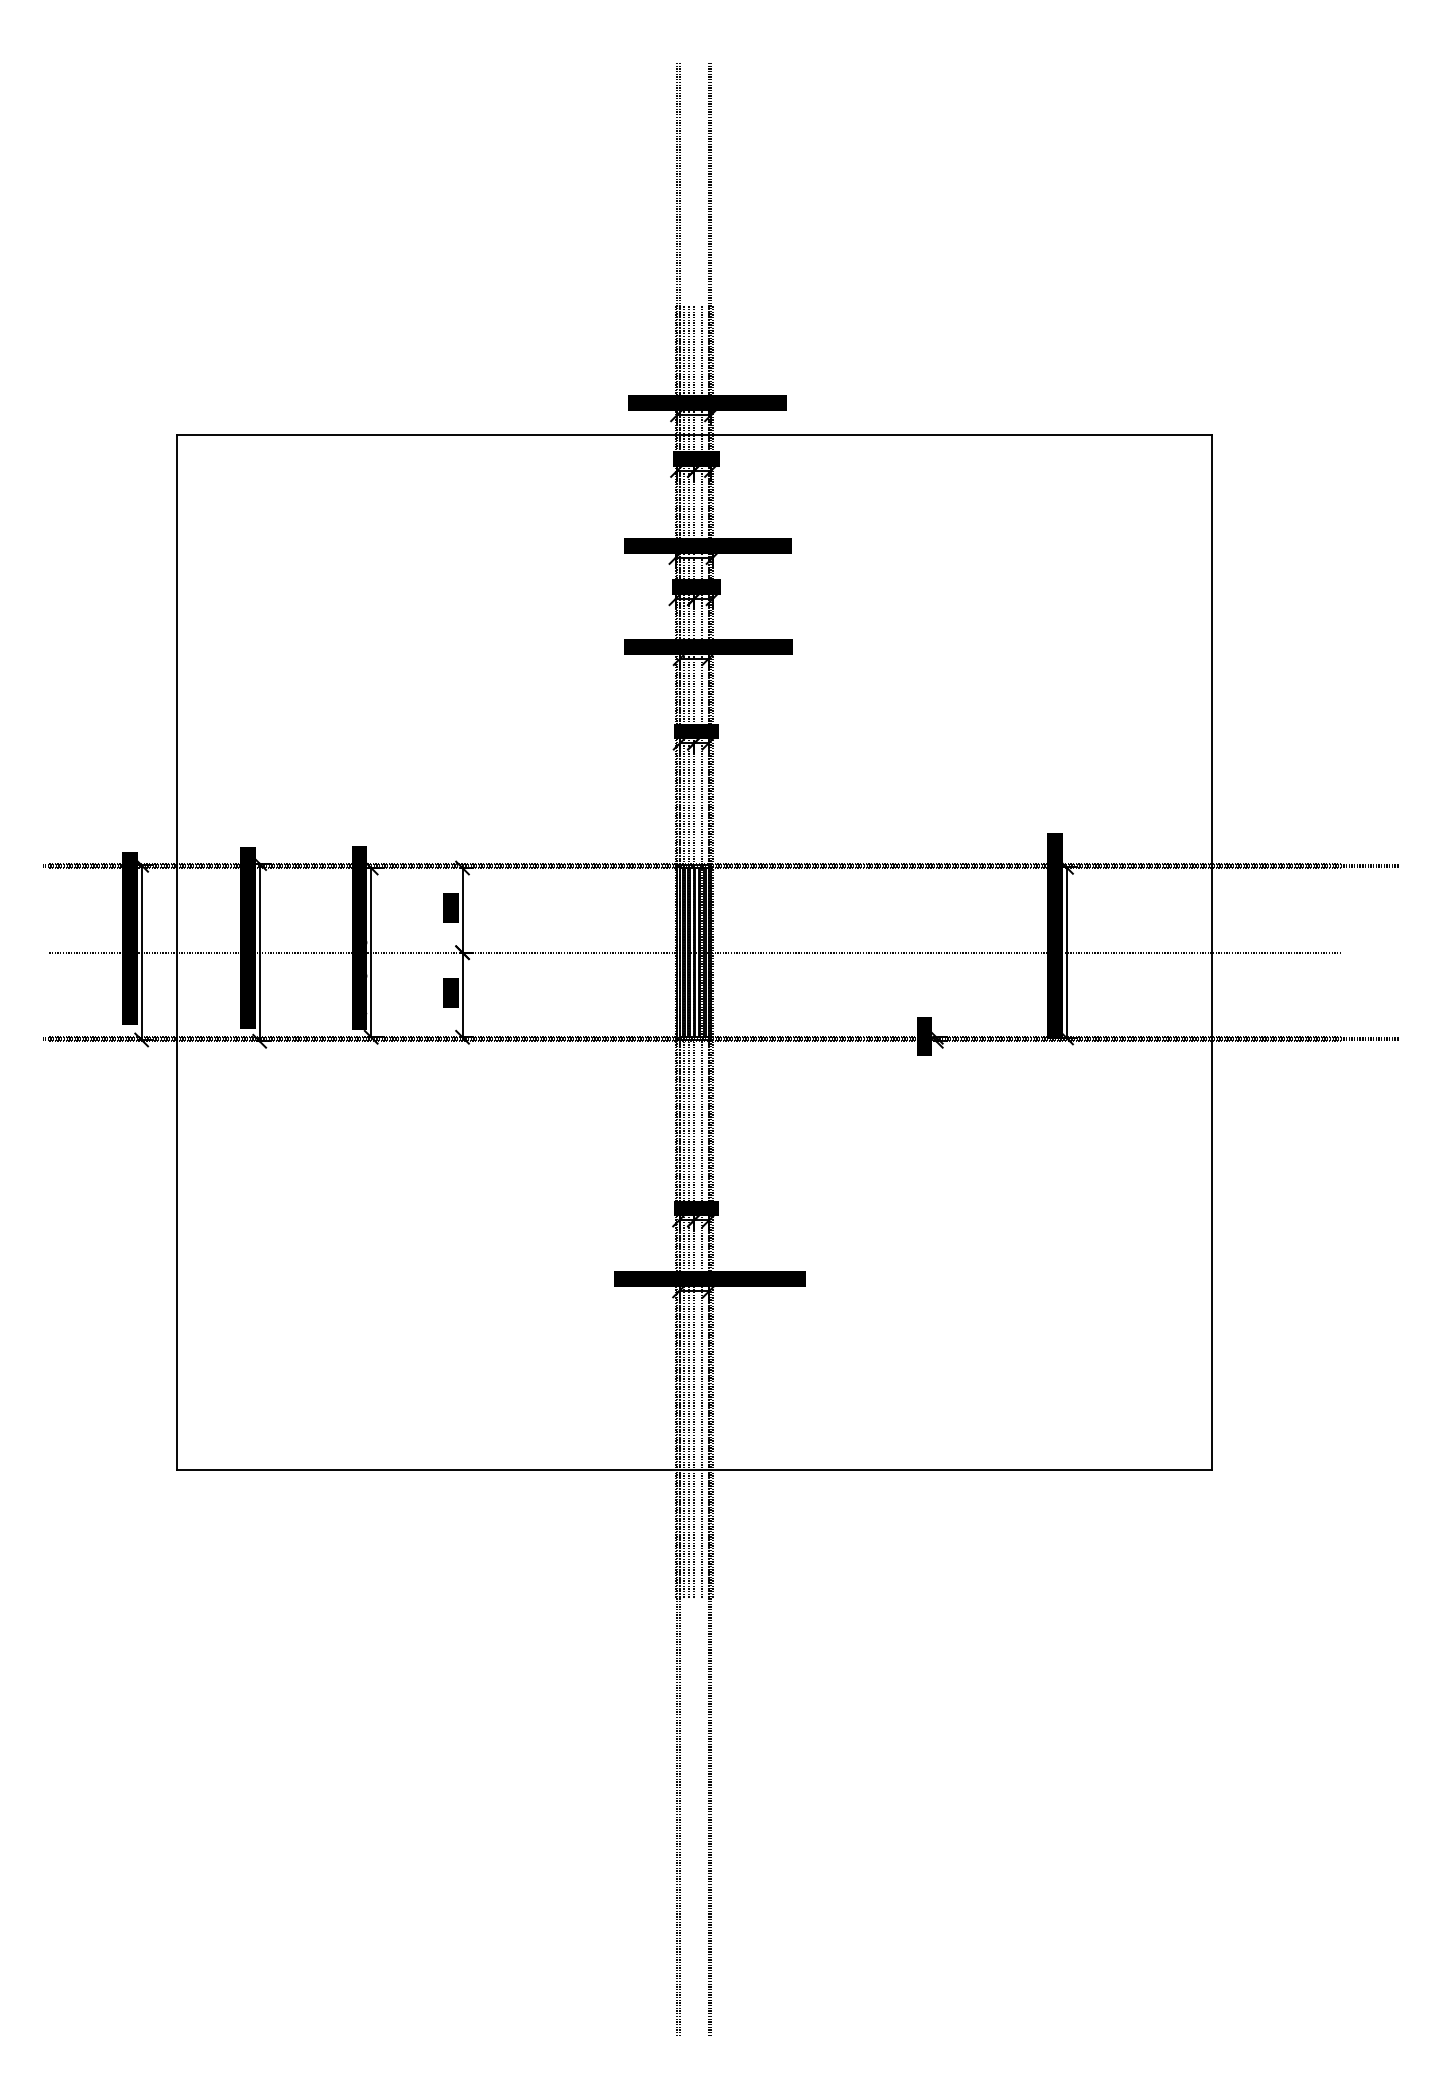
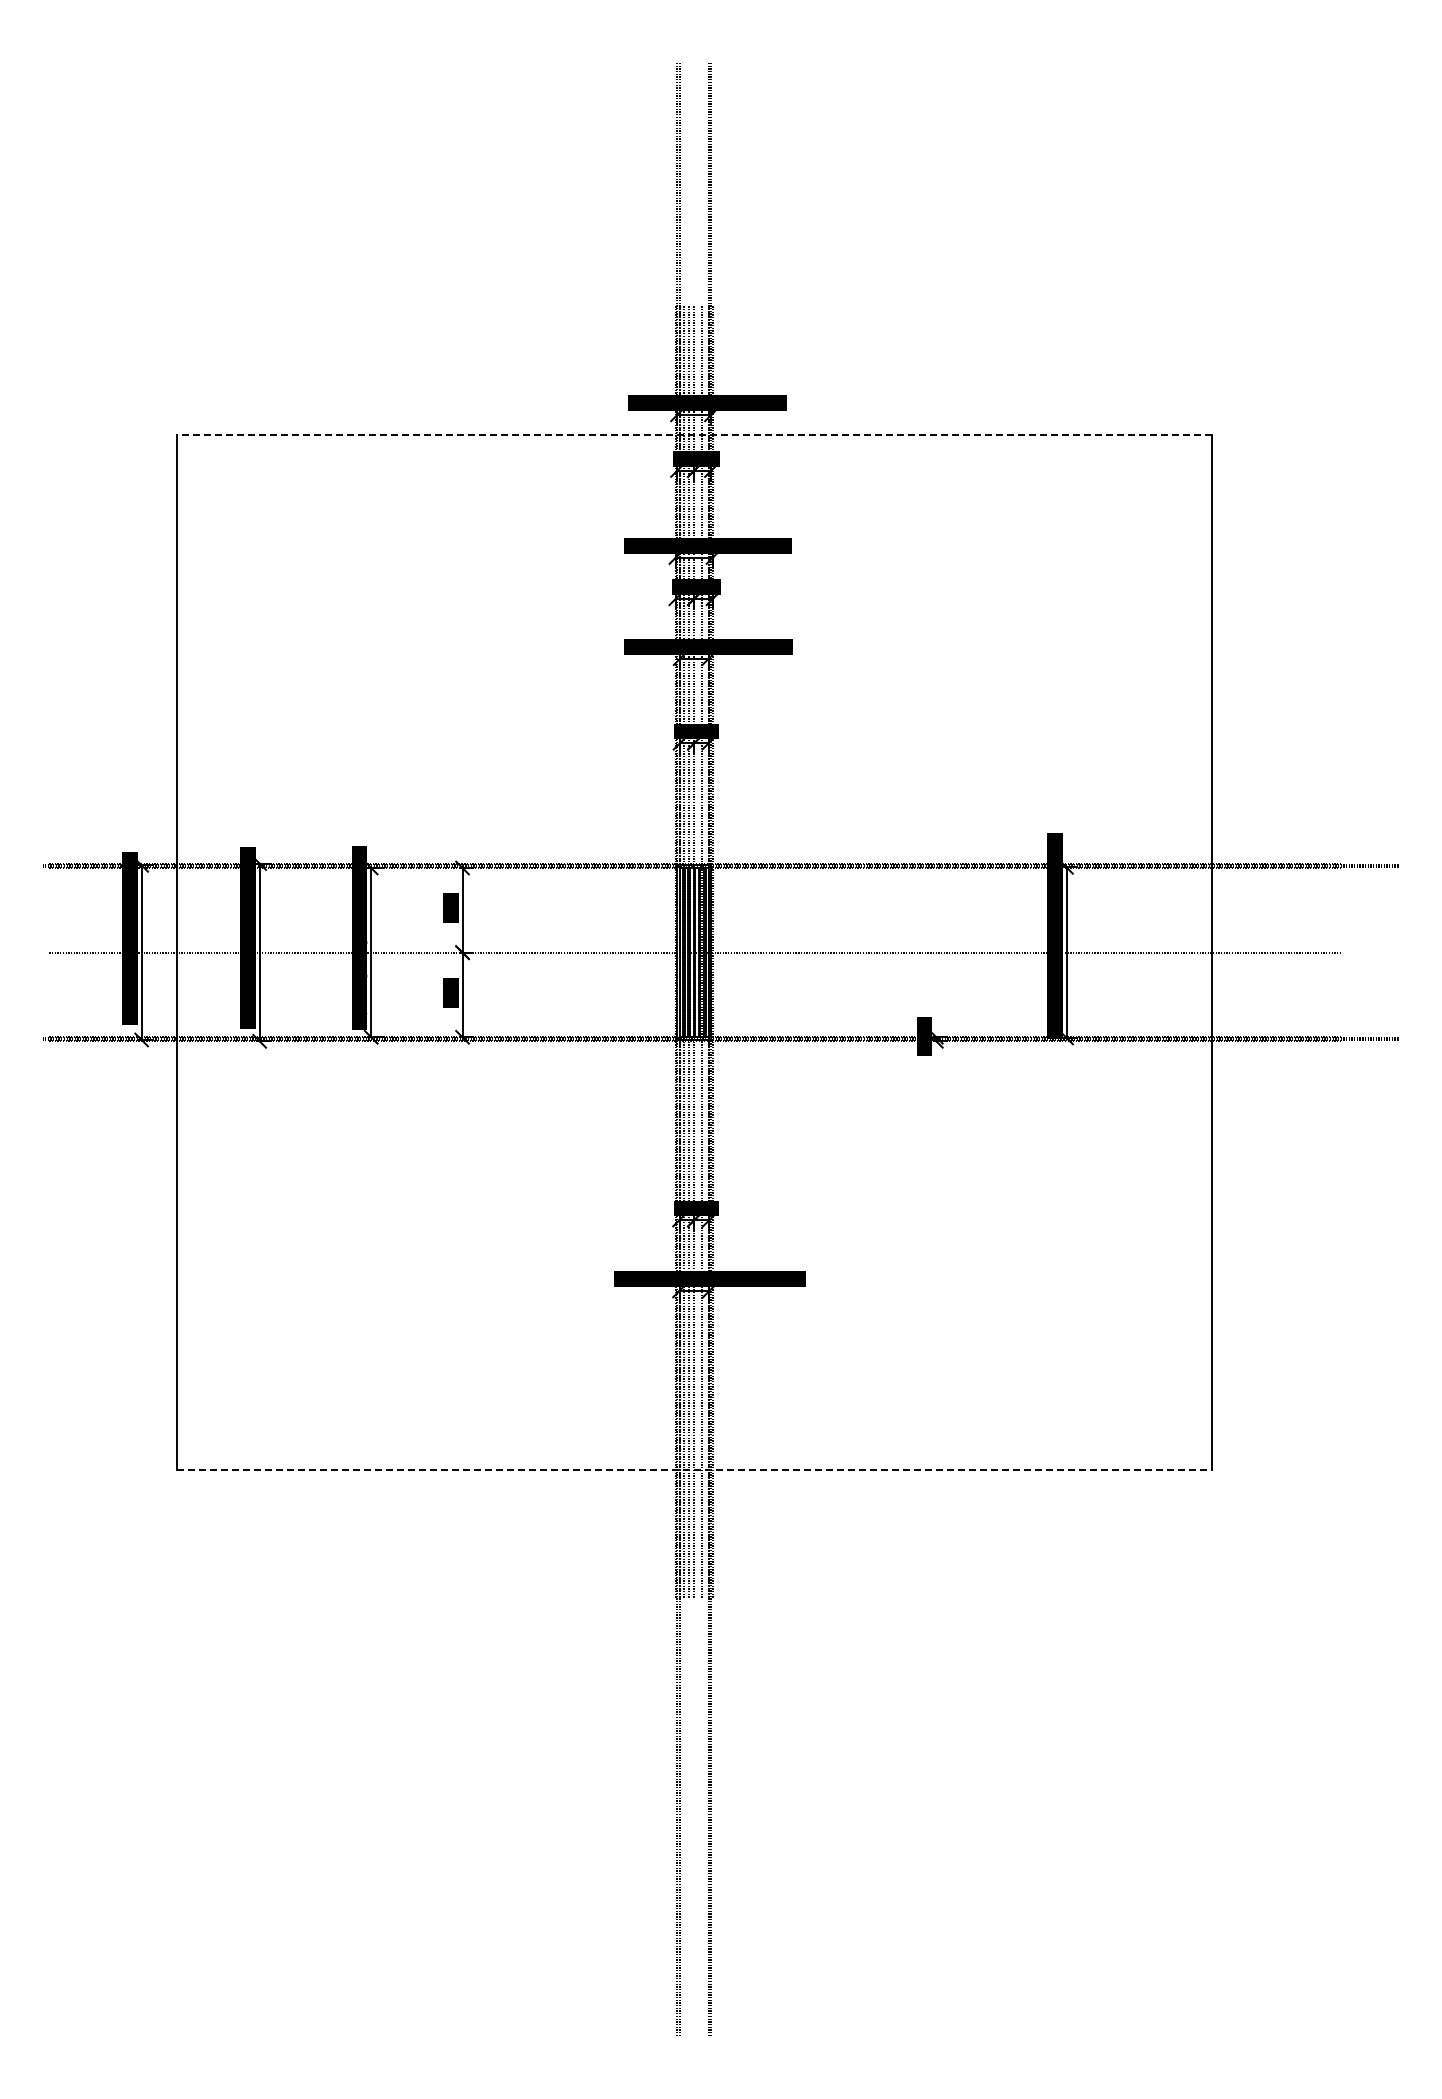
line at (693, 435): solid -> dashed
line at (694, 1469): solid -> dashed
